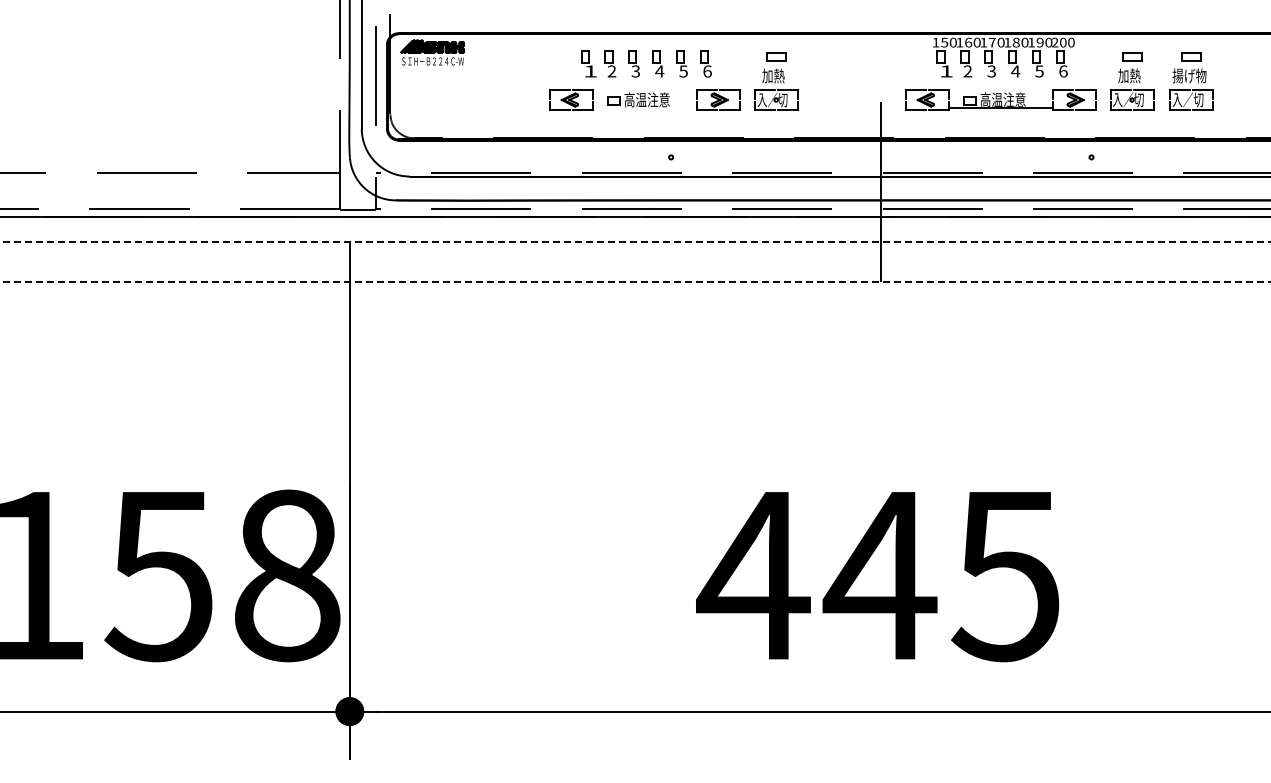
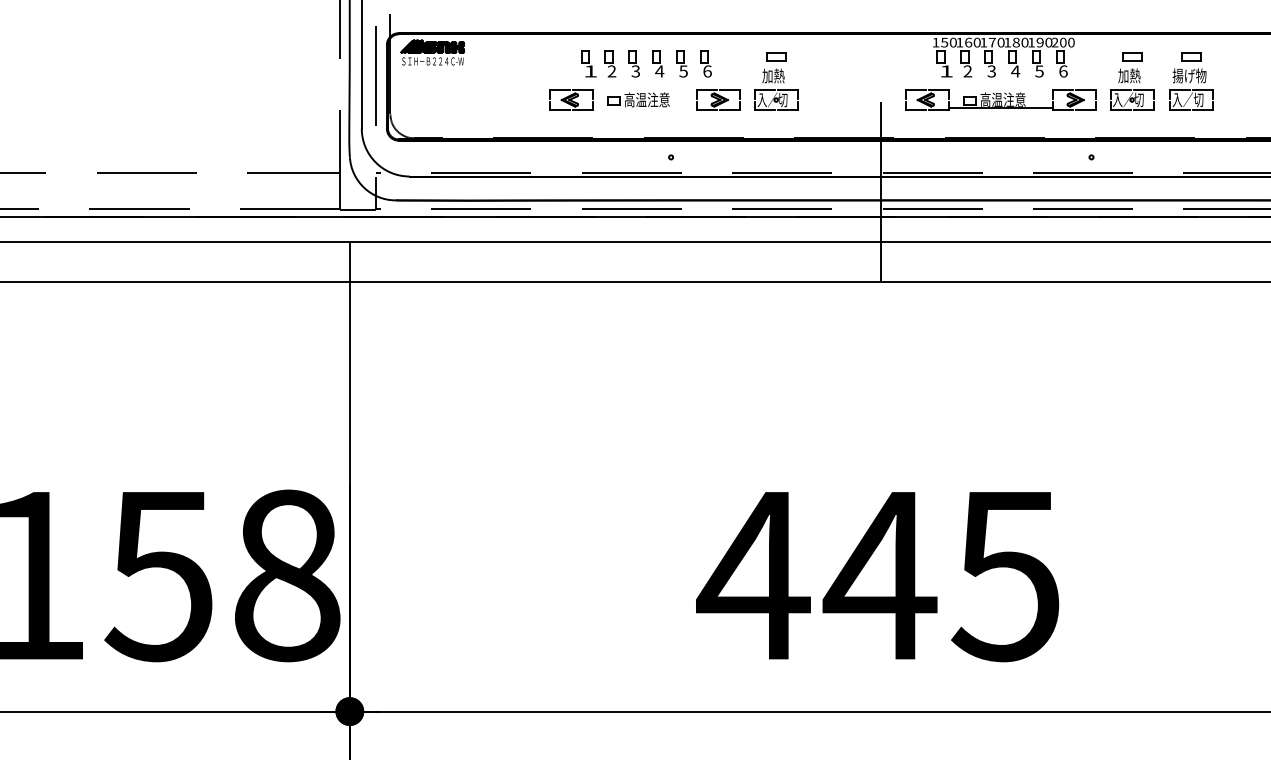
line at (635, 242): dashed -> solid
line at (635, 281): dashed -> solid
